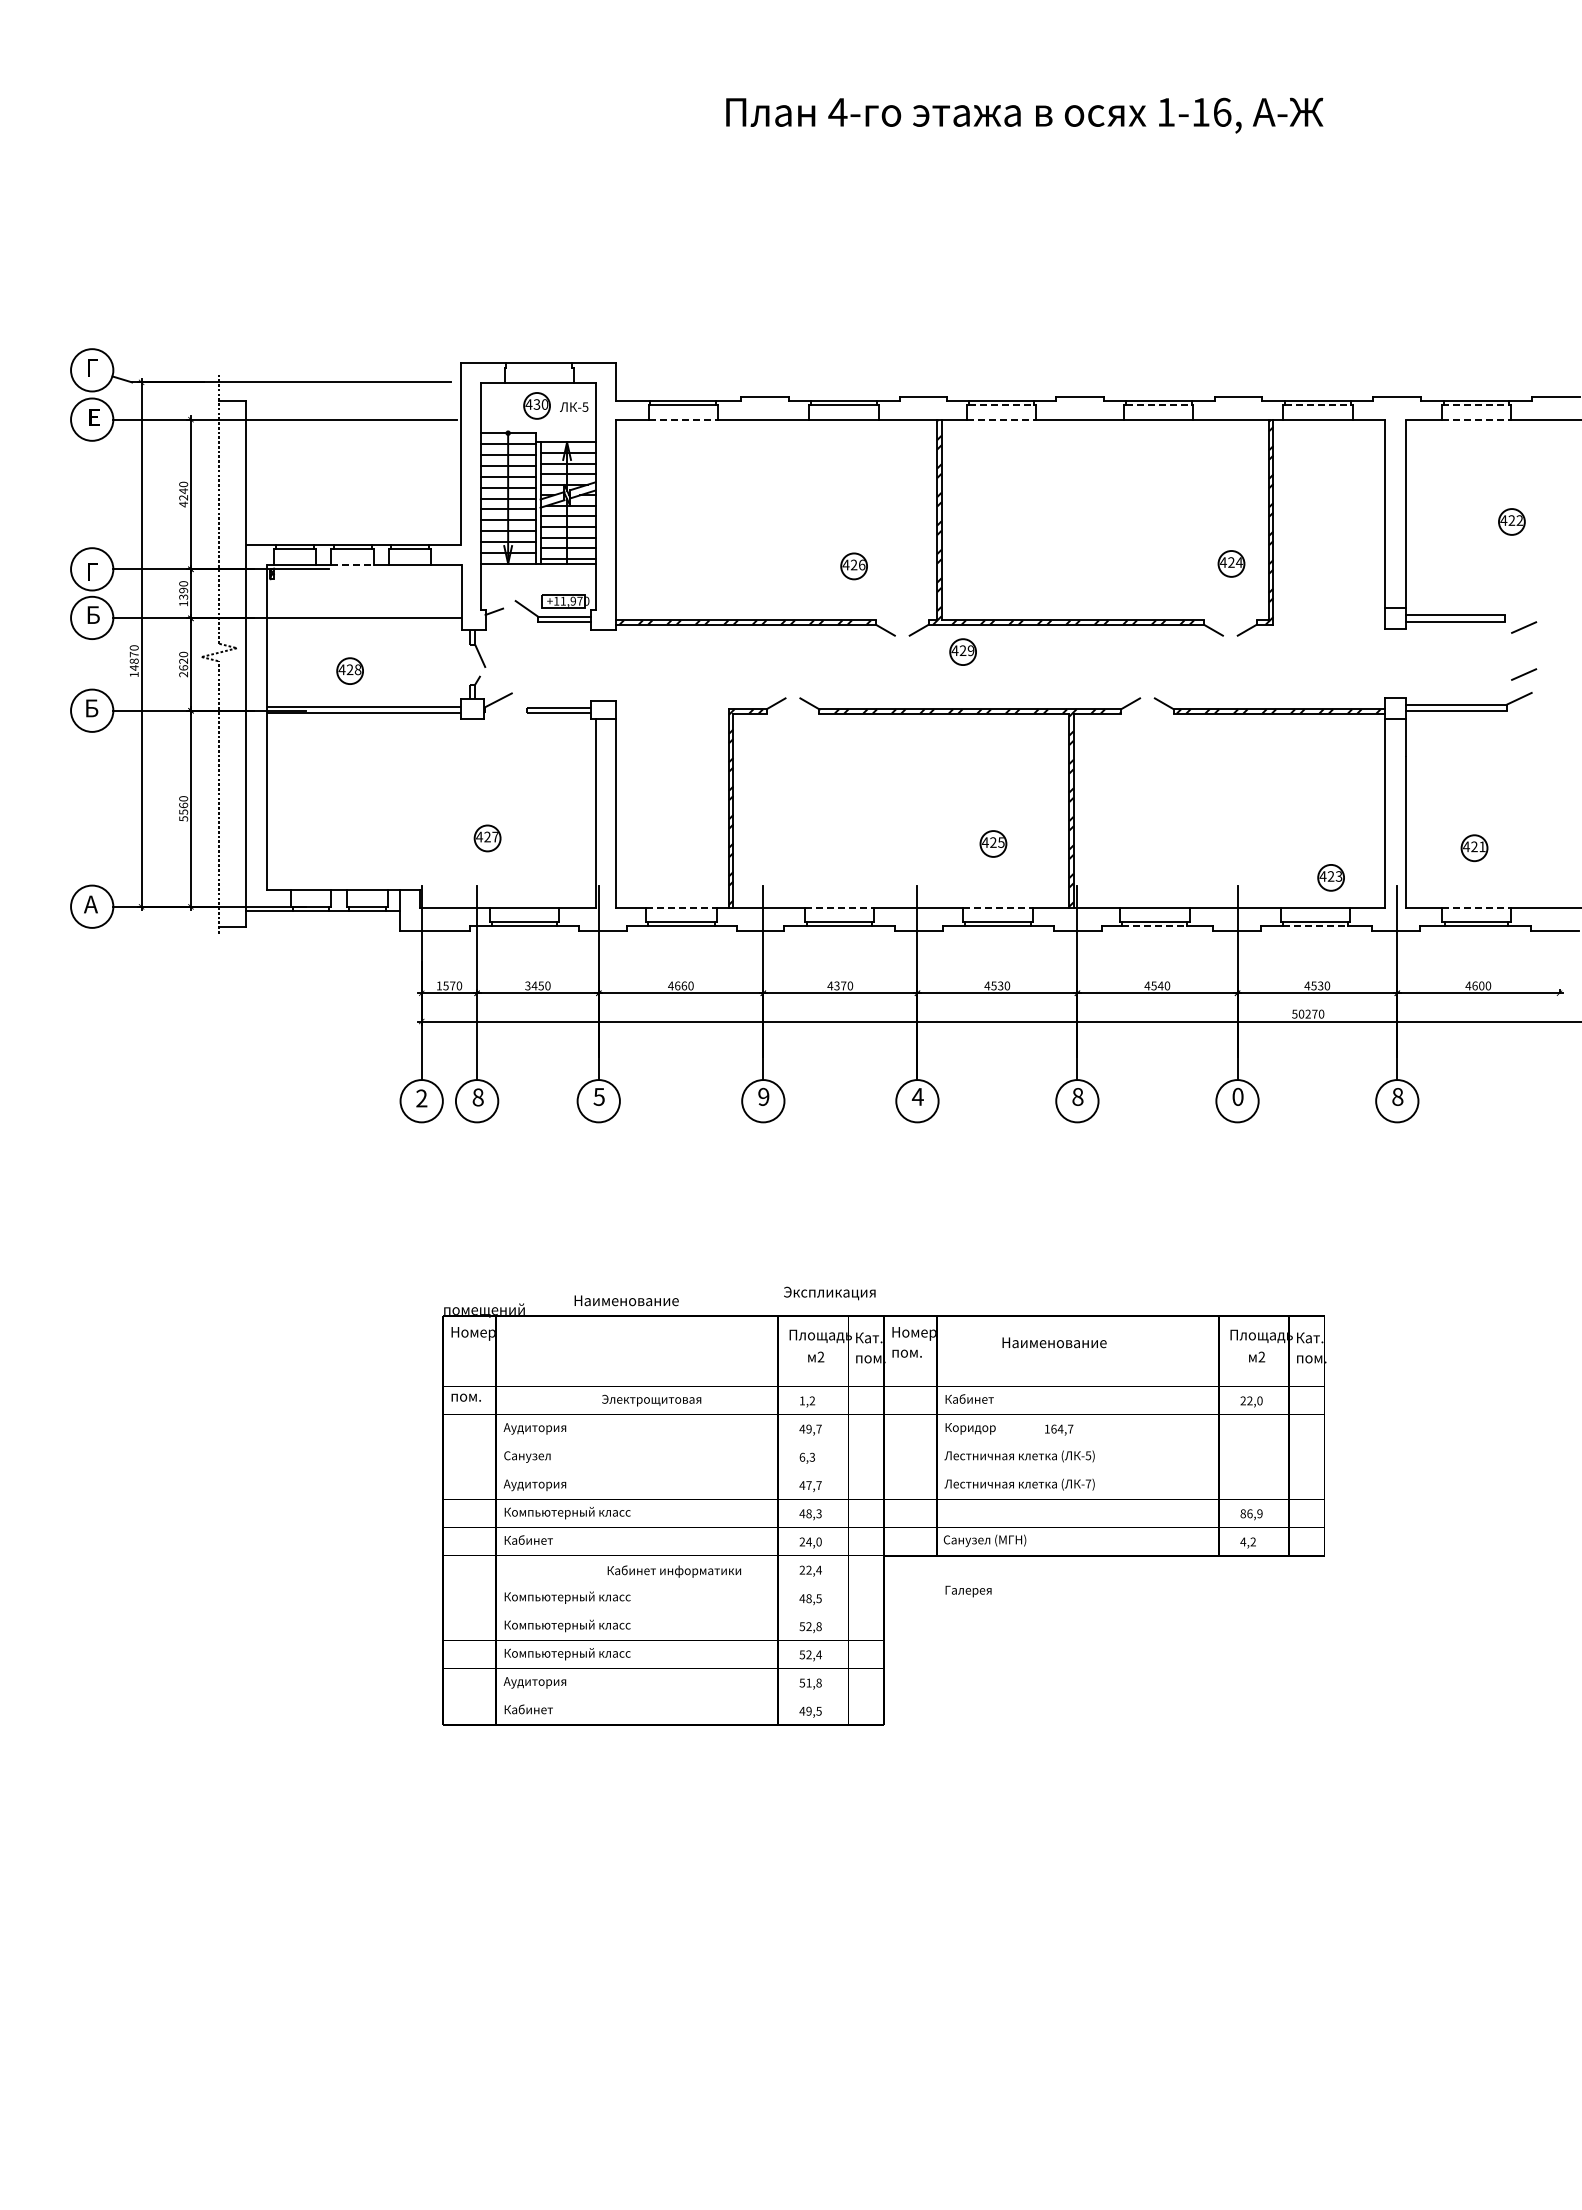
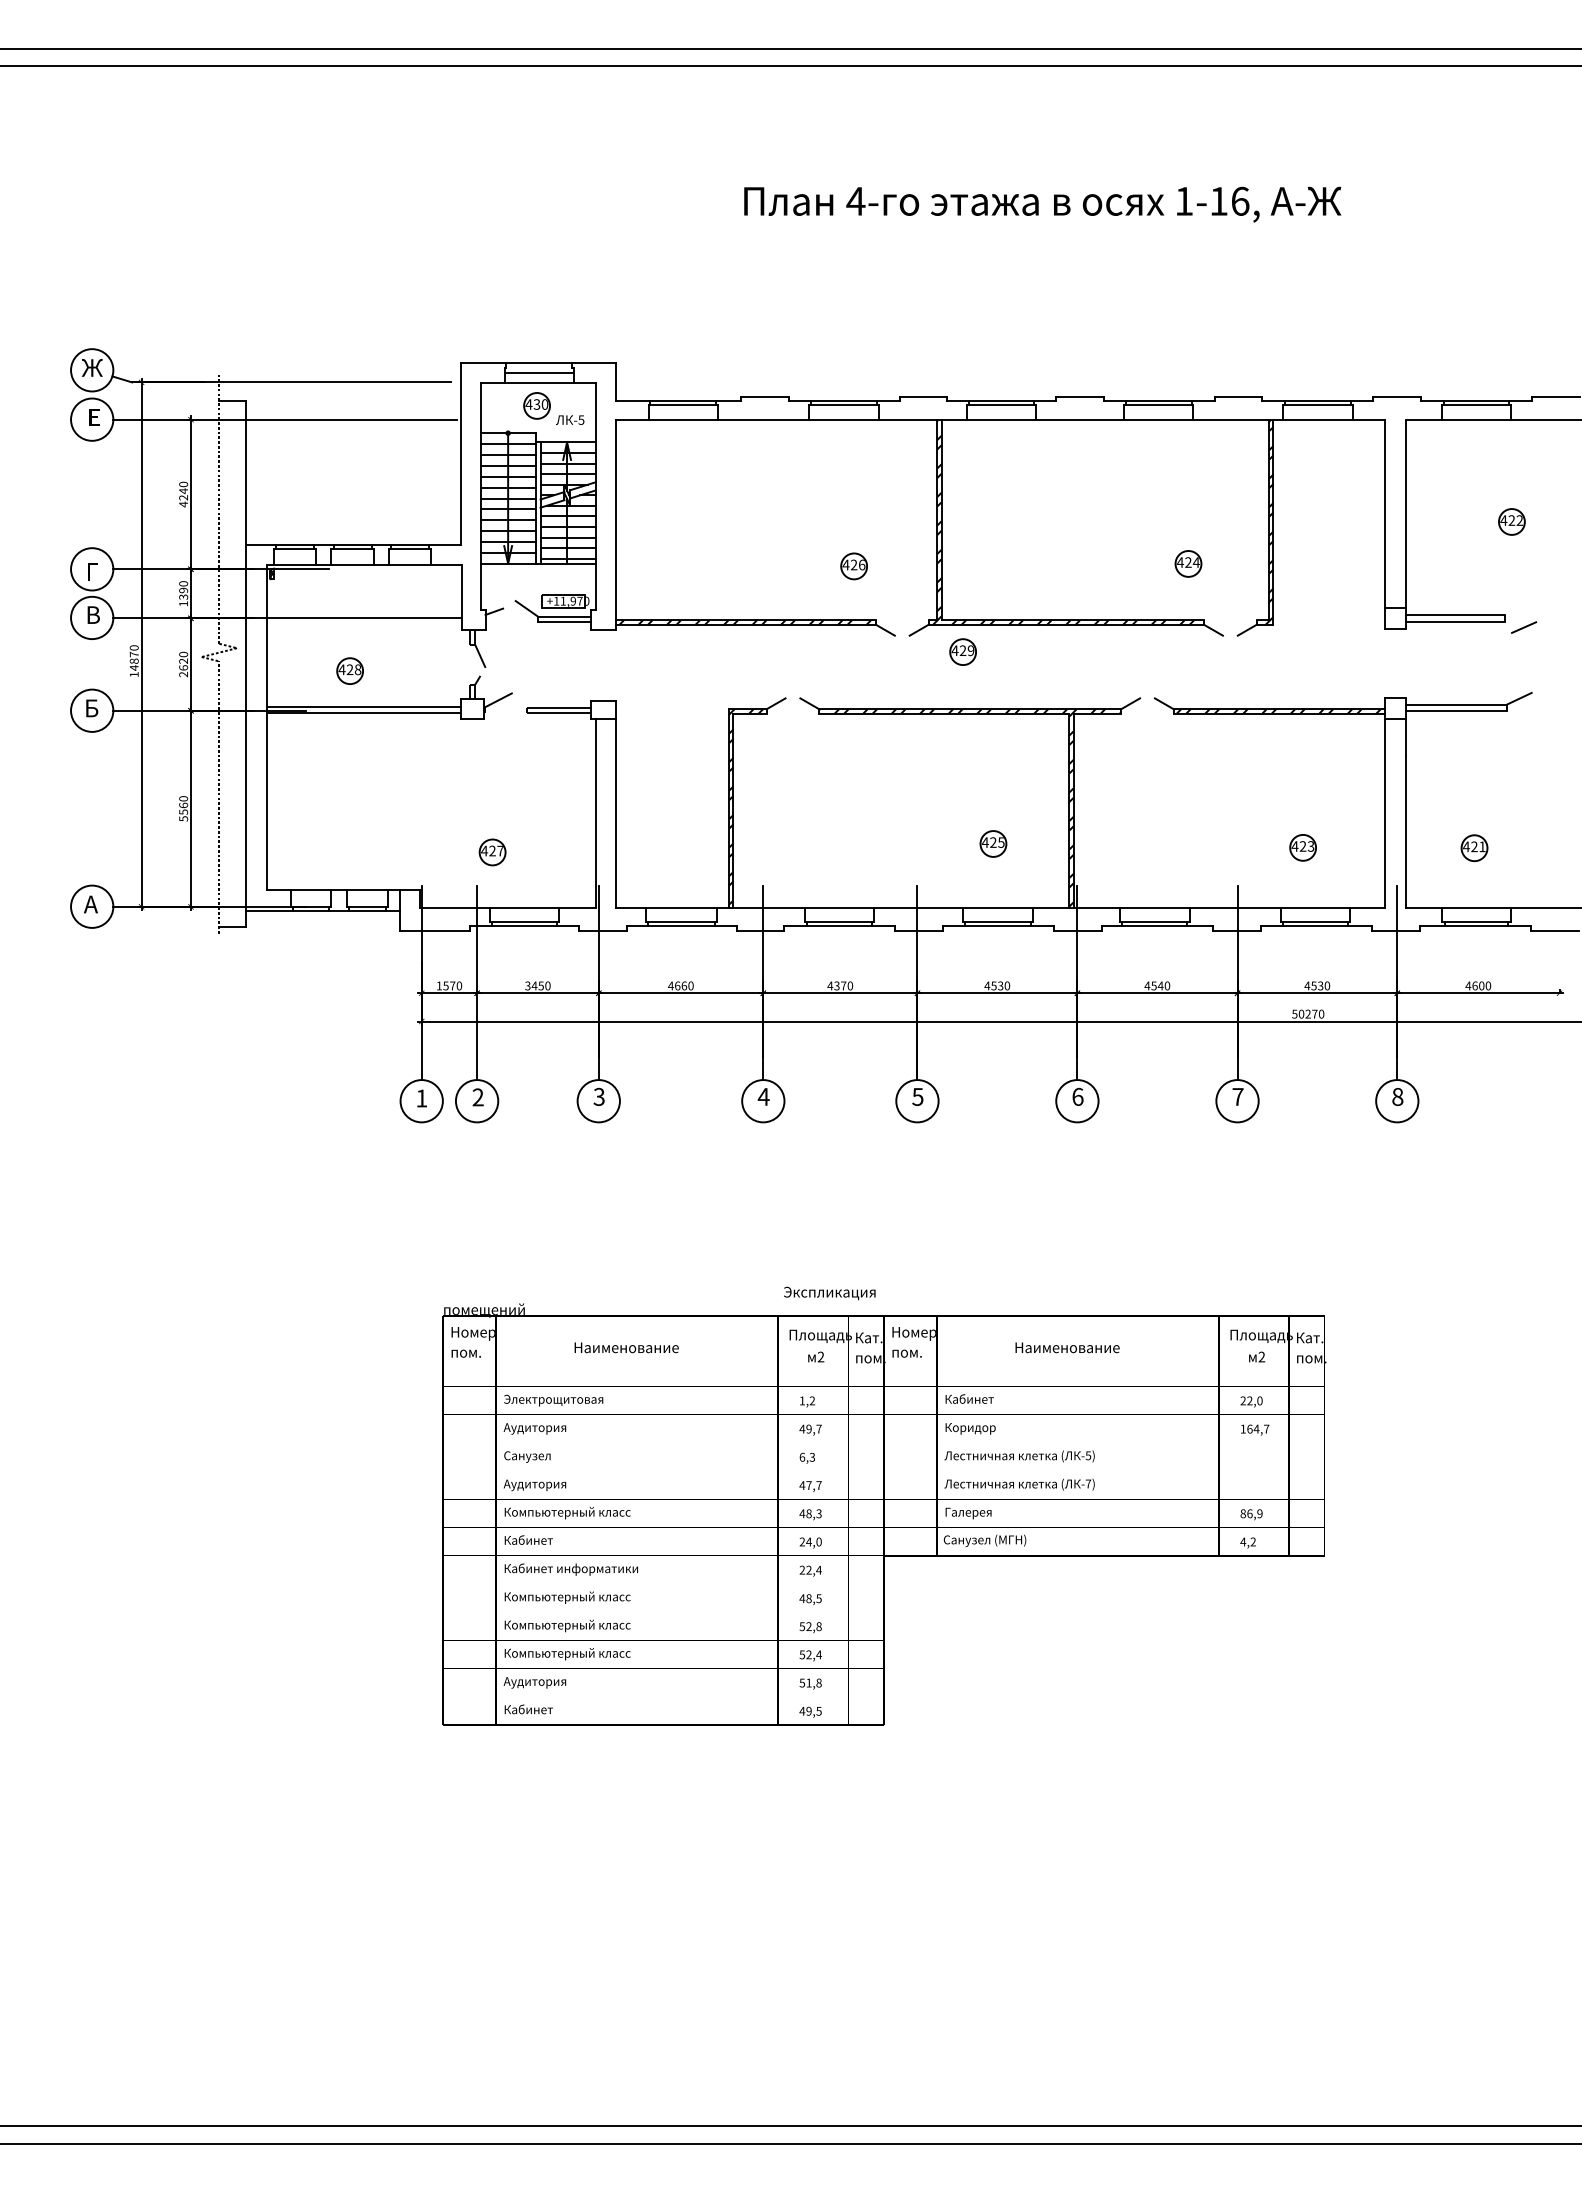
line at (790, 48): none -> present
line at (790, 66): none -> present
text at (1024, 115) position: (1024, 115) -> (1042, 204)
text at (92, 367): Г -> Ж
line at (538, 373): none -> present
line at (1001, 405): dashed -> solid
line at (1158, 405): dashed -> solid
line at (1317, 405): dashed -> solid
line at (1476, 405): dashed -> solid
text at (574, 406) position: (574, 406) -> (570, 419)
line at (683, 419): dashed -> solid
line at (1001, 419): dashed -> solid
line at (1476, 419): dashed -> solid
part at (1231, 563) position: (1231, 563) -> (1188, 563)
line at (353, 565): dashed -> solid
text at (93, 614): Б -> В
line at (1524, 674): present -> none
part at (487, 838) position: (487, 838) -> (492, 852)
part at (1330, 877) position: (1330, 877) -> (1302, 847)
line at (681, 907): dashed -> solid
line at (839, 907): dashed -> solid
line at (998, 907): dashed -> solid
line at (1476, 907): dashed -> solid
line at (1154, 926): dashed -> solid
line at (1315, 926): dashed -> solid
text at (599, 1096): 5 -> 3
text at (763, 1096): 9 -> 4
text at (917, 1096): 4 -> 5
text at (1077, 1096): 8 -> 6
text at (1237, 1096): 0 -> 7
text at (477, 1097): 8 -> 2
text at (421, 1098): 2 -> 1
text at (626, 1300) position: (626, 1300) -> (626, 1347)
text at (1054, 1342) position: (1054, 1342) -> (1067, 1347)
text at (465, 1397) position: (465, 1397) -> (465, 1353)
text at (651, 1400) position: (651, 1400) -> (553, 1400)
text at (1059, 1429) position: (1059, 1429) -> (1255, 1429)
text at (673, 1571) position: (673, 1571) -> (570, 1569)
text at (968, 1591) position: (968, 1591) -> (968, 1513)
line at (790, 2126): none -> present
line at (790, 2143): none -> present
